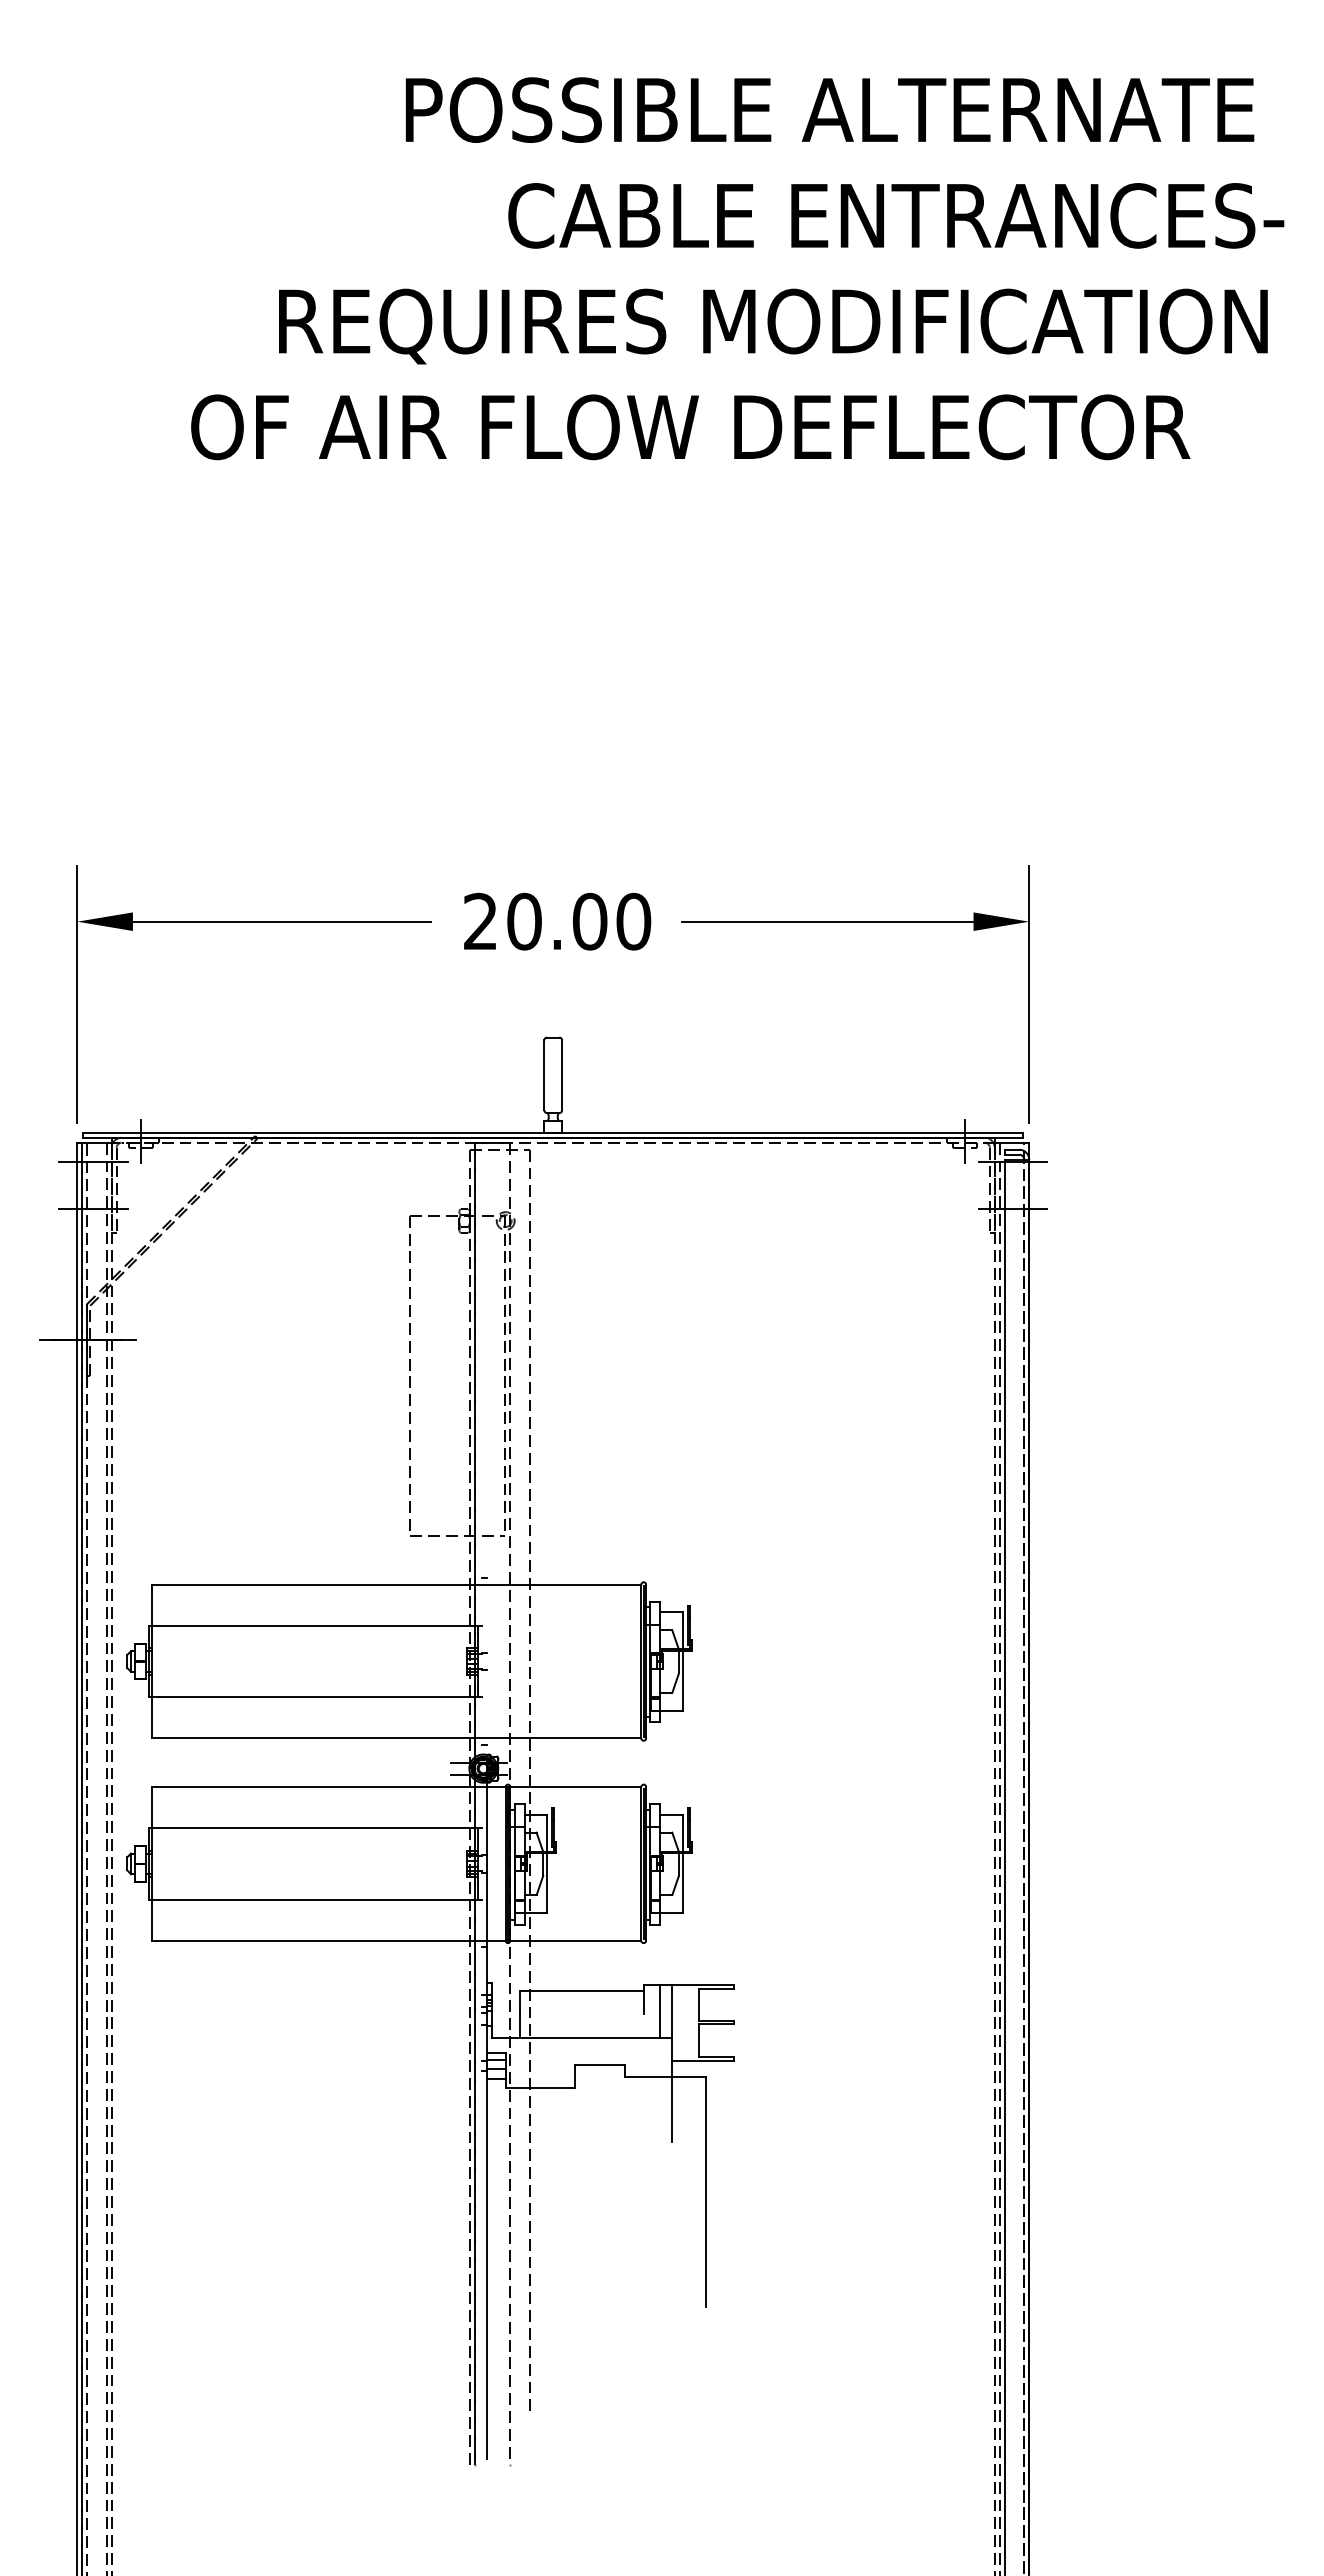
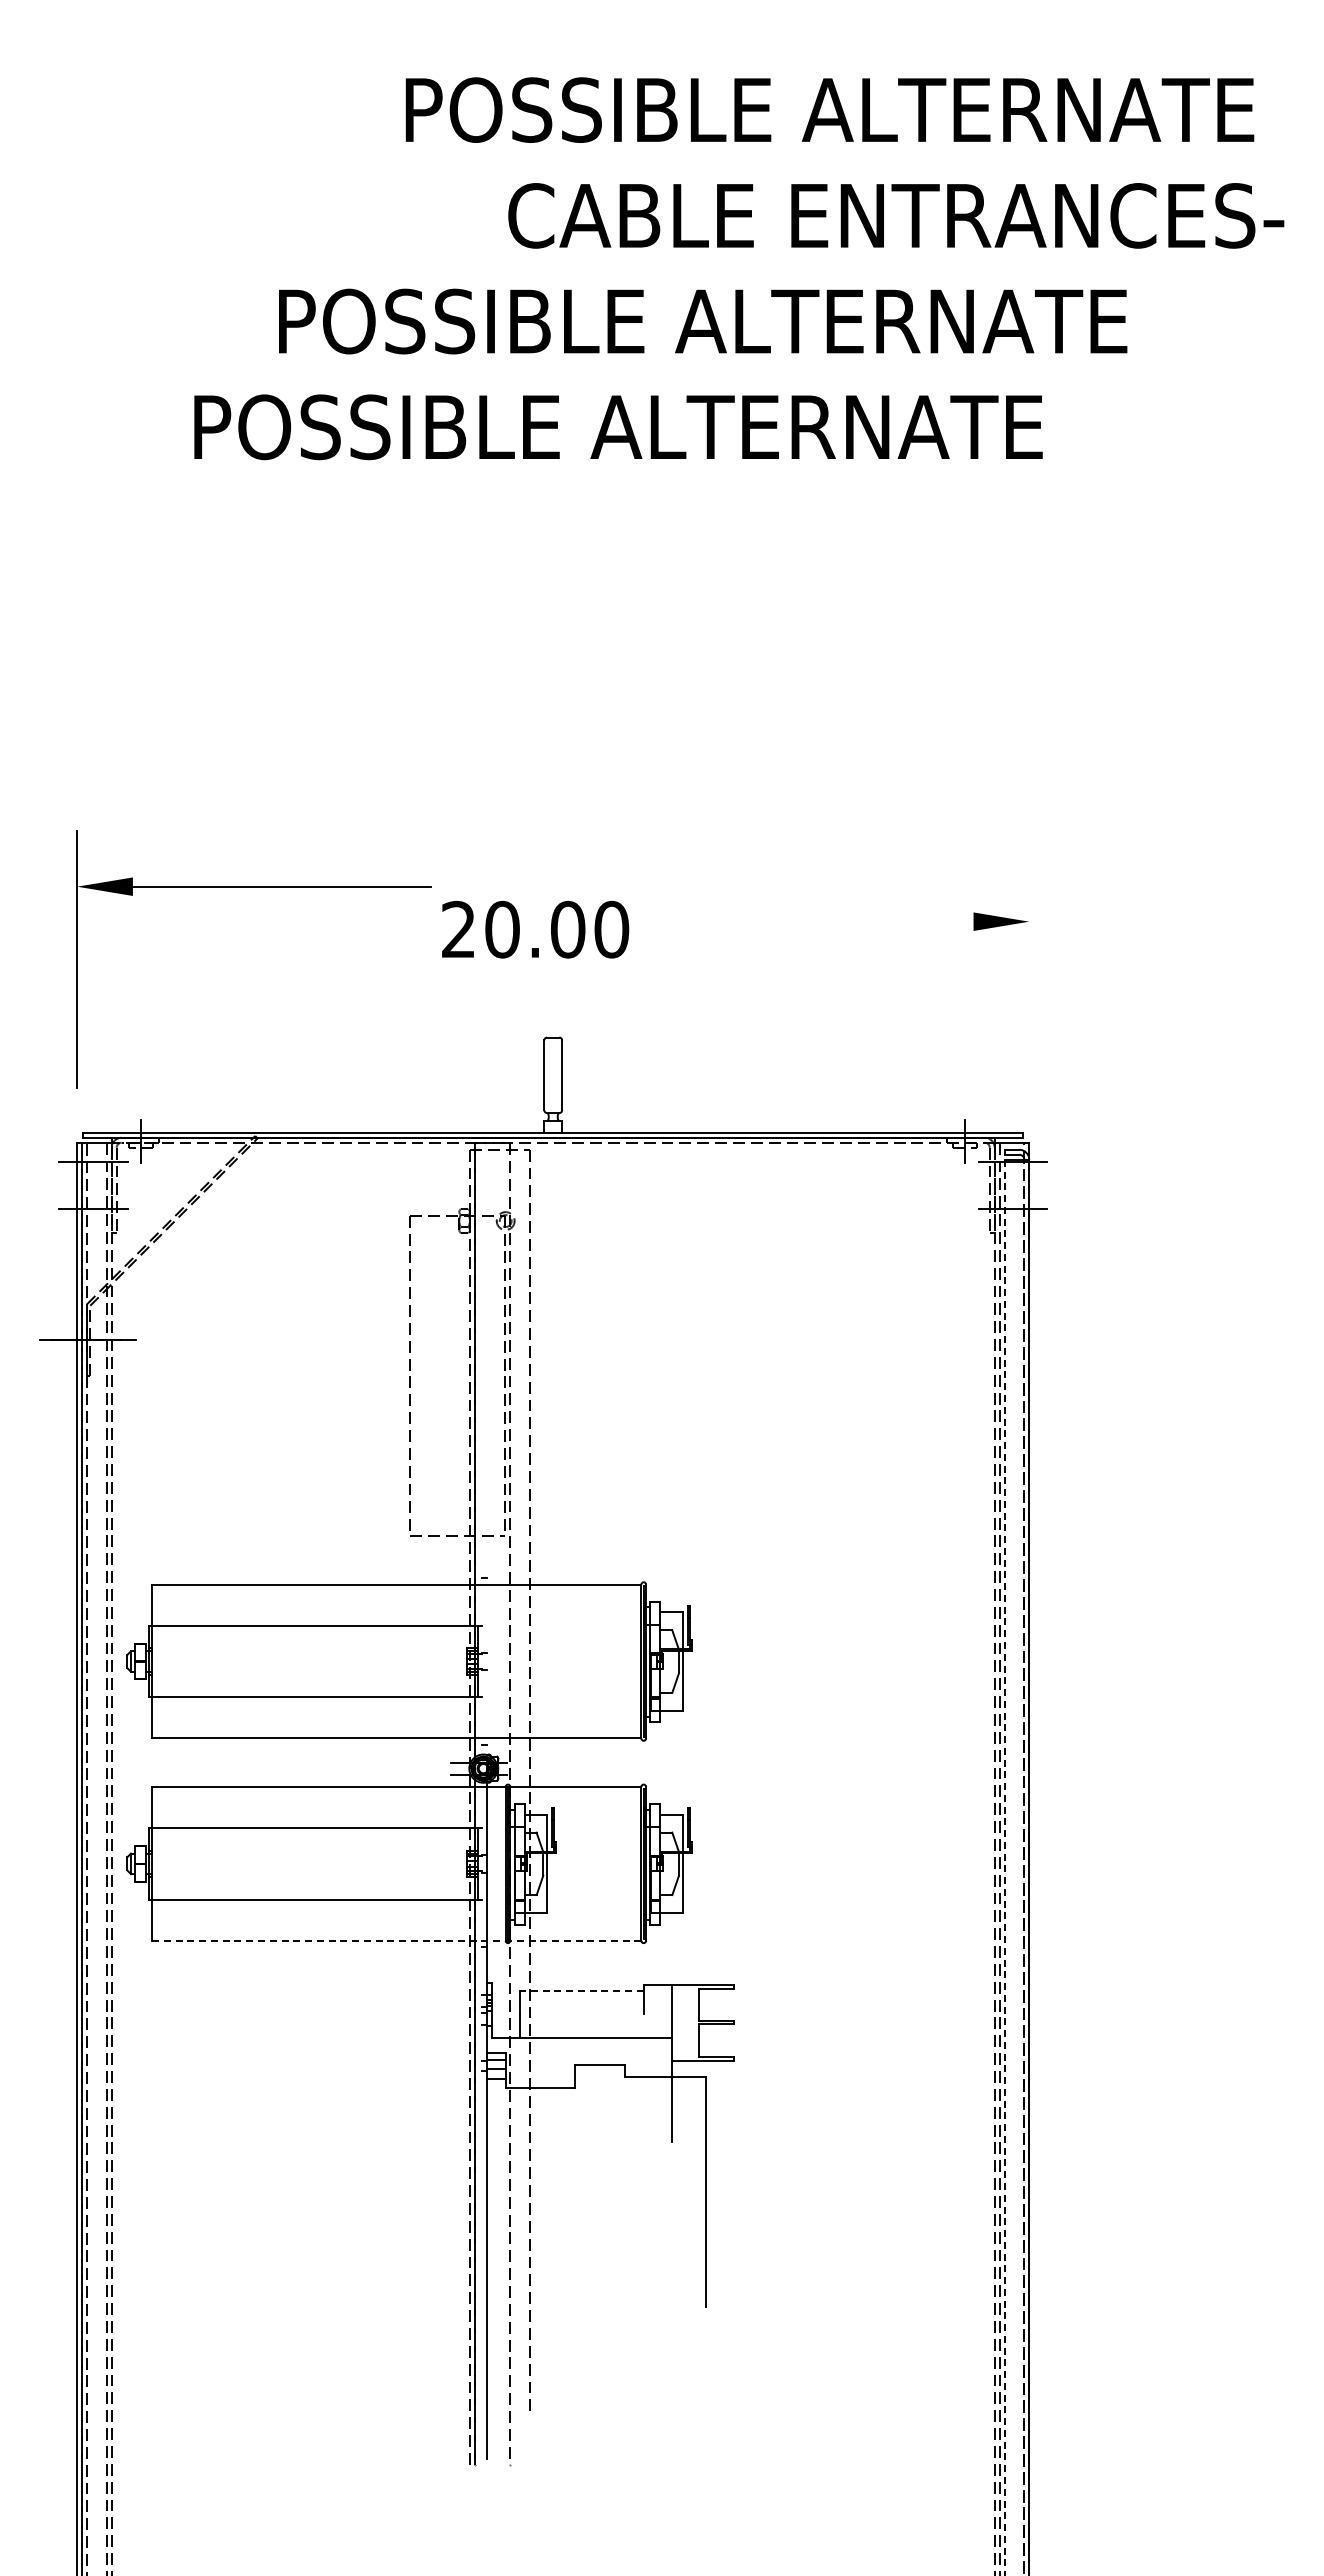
text at (776, 326): REQUIRES MODIFICATION -> POSSIBLE ALTERNATE
text at (690, 427): OF AIR FLOW DEFLECTOR -> POSSIBLE ALTERNATE
text at (557, 921) position: (557, 921) -> (535, 929)
line at (827, 921): present -> none
part at (253, 922) position: (253, 922) -> (253, 887)
line at (1029, 994): present -> none
line at (1005, 1867): solid -> dashed
line at (396, 1940): solid -> dashed
line at (581, 1990): solid -> dashed
line at (660, 2011): present -> none
